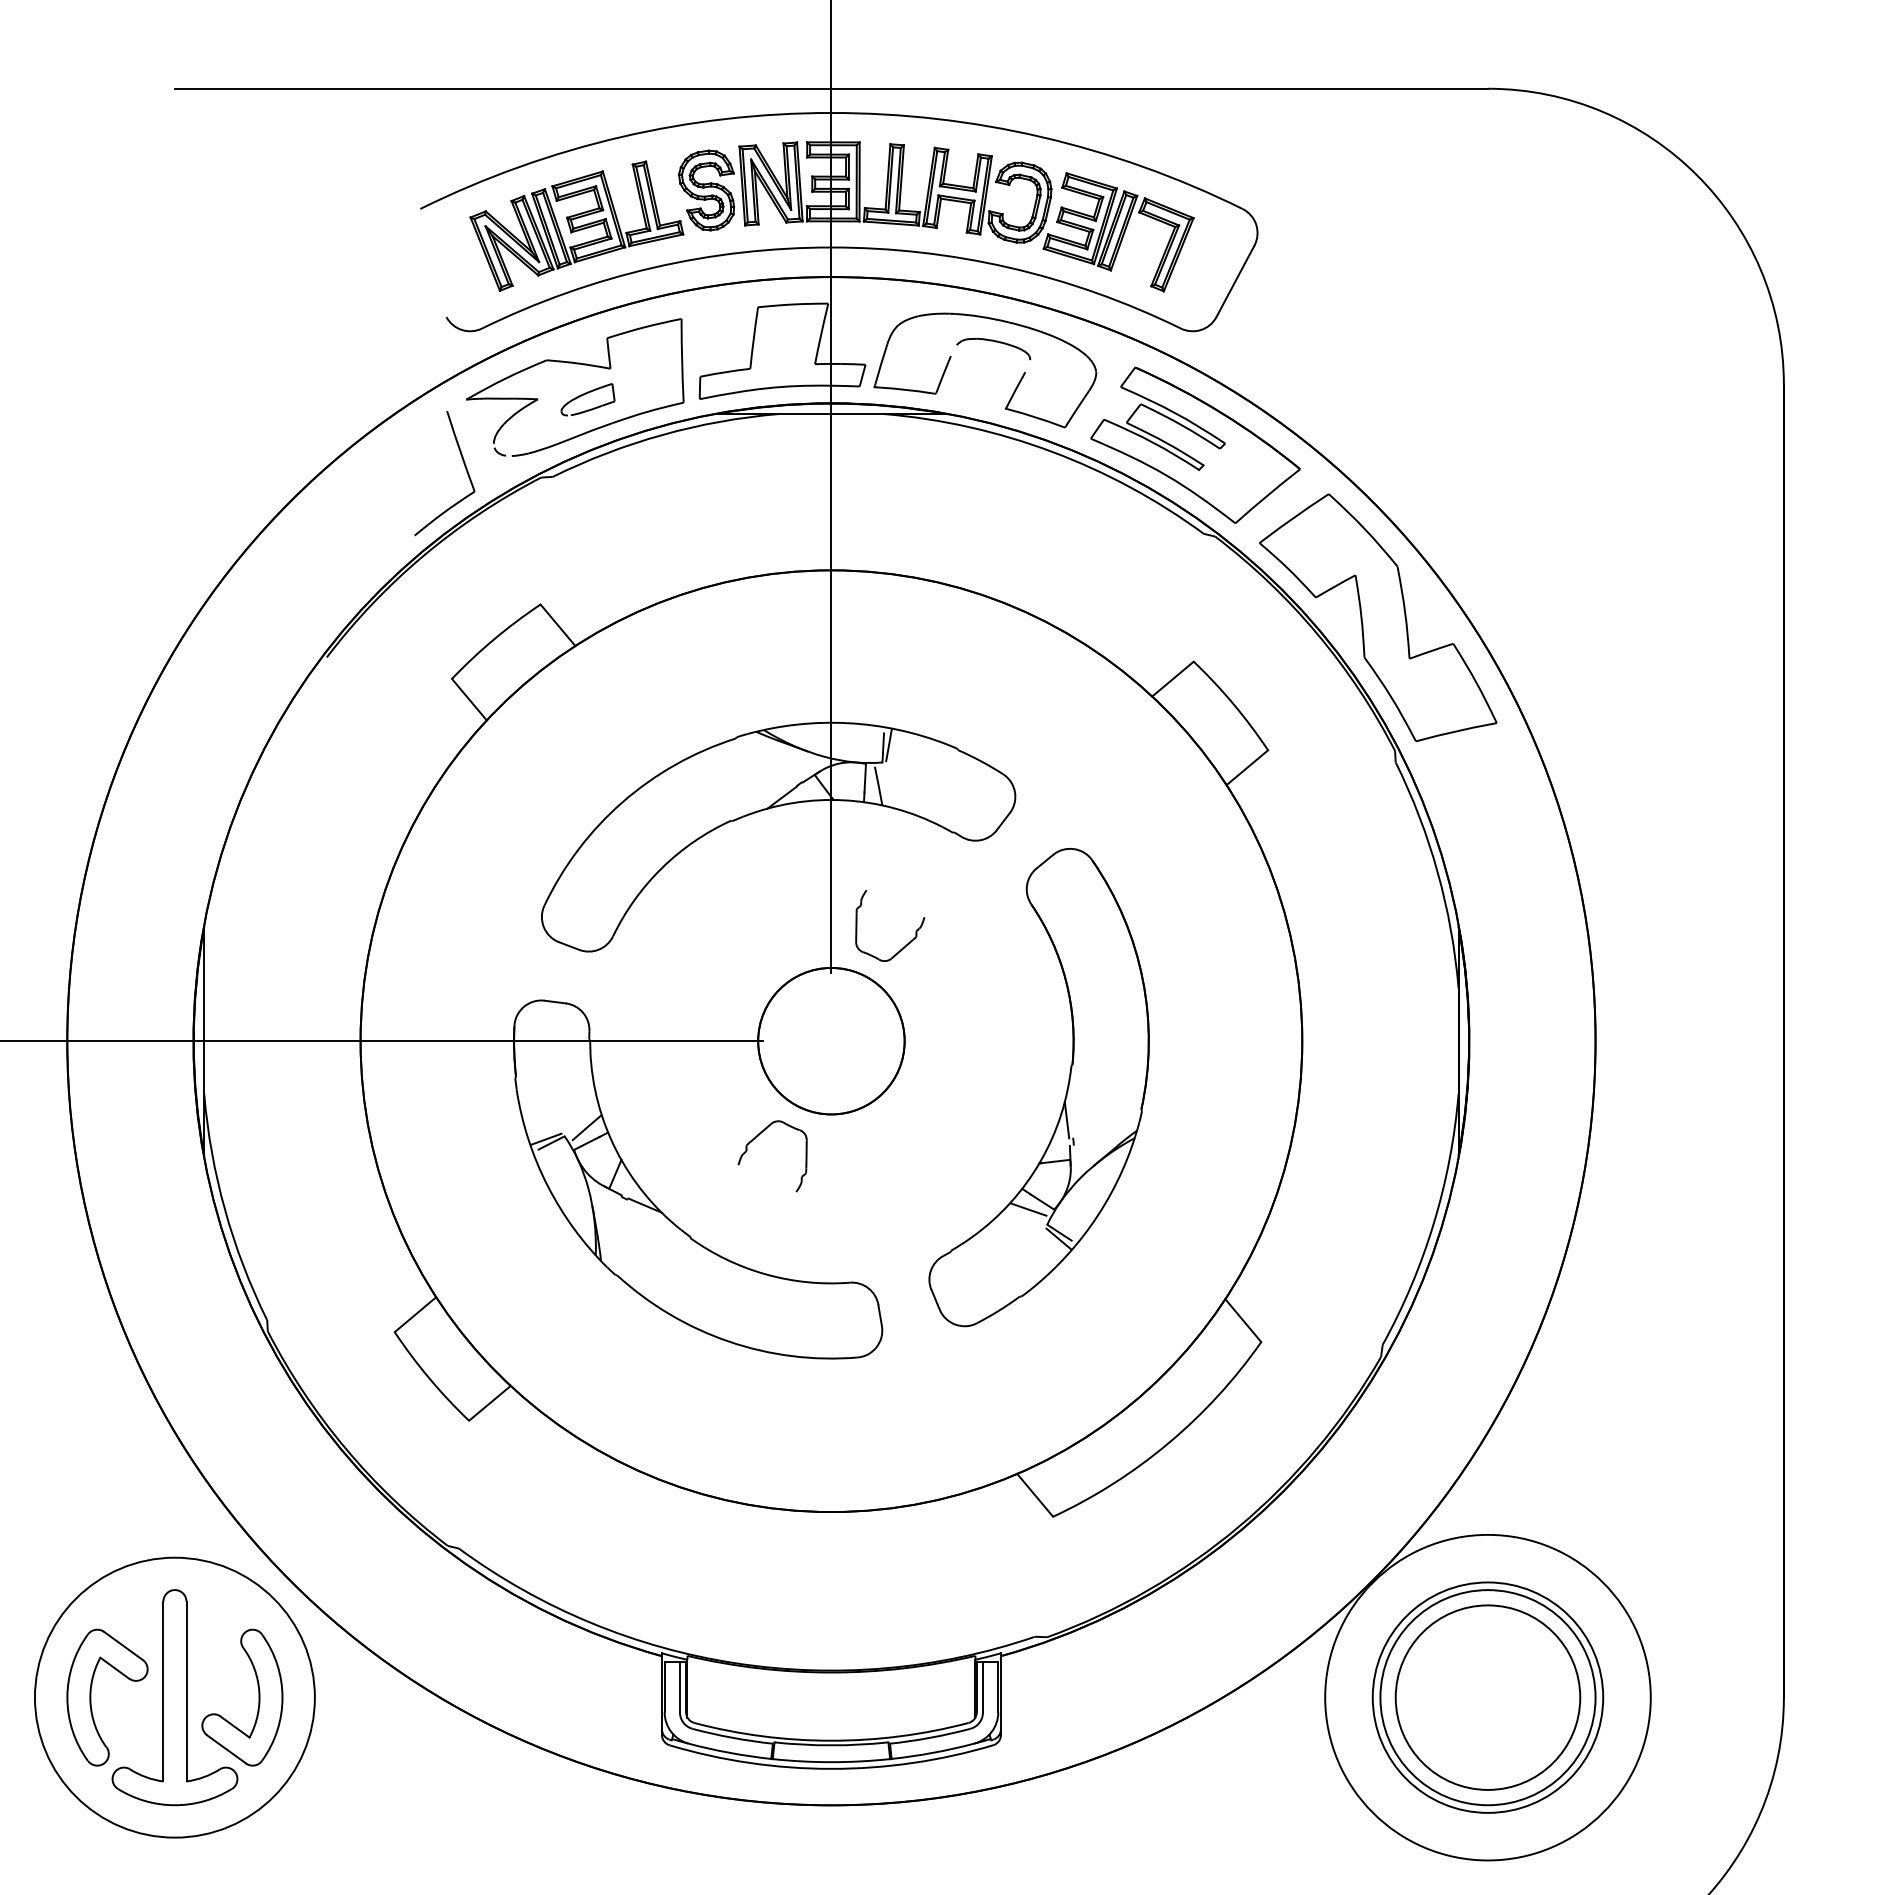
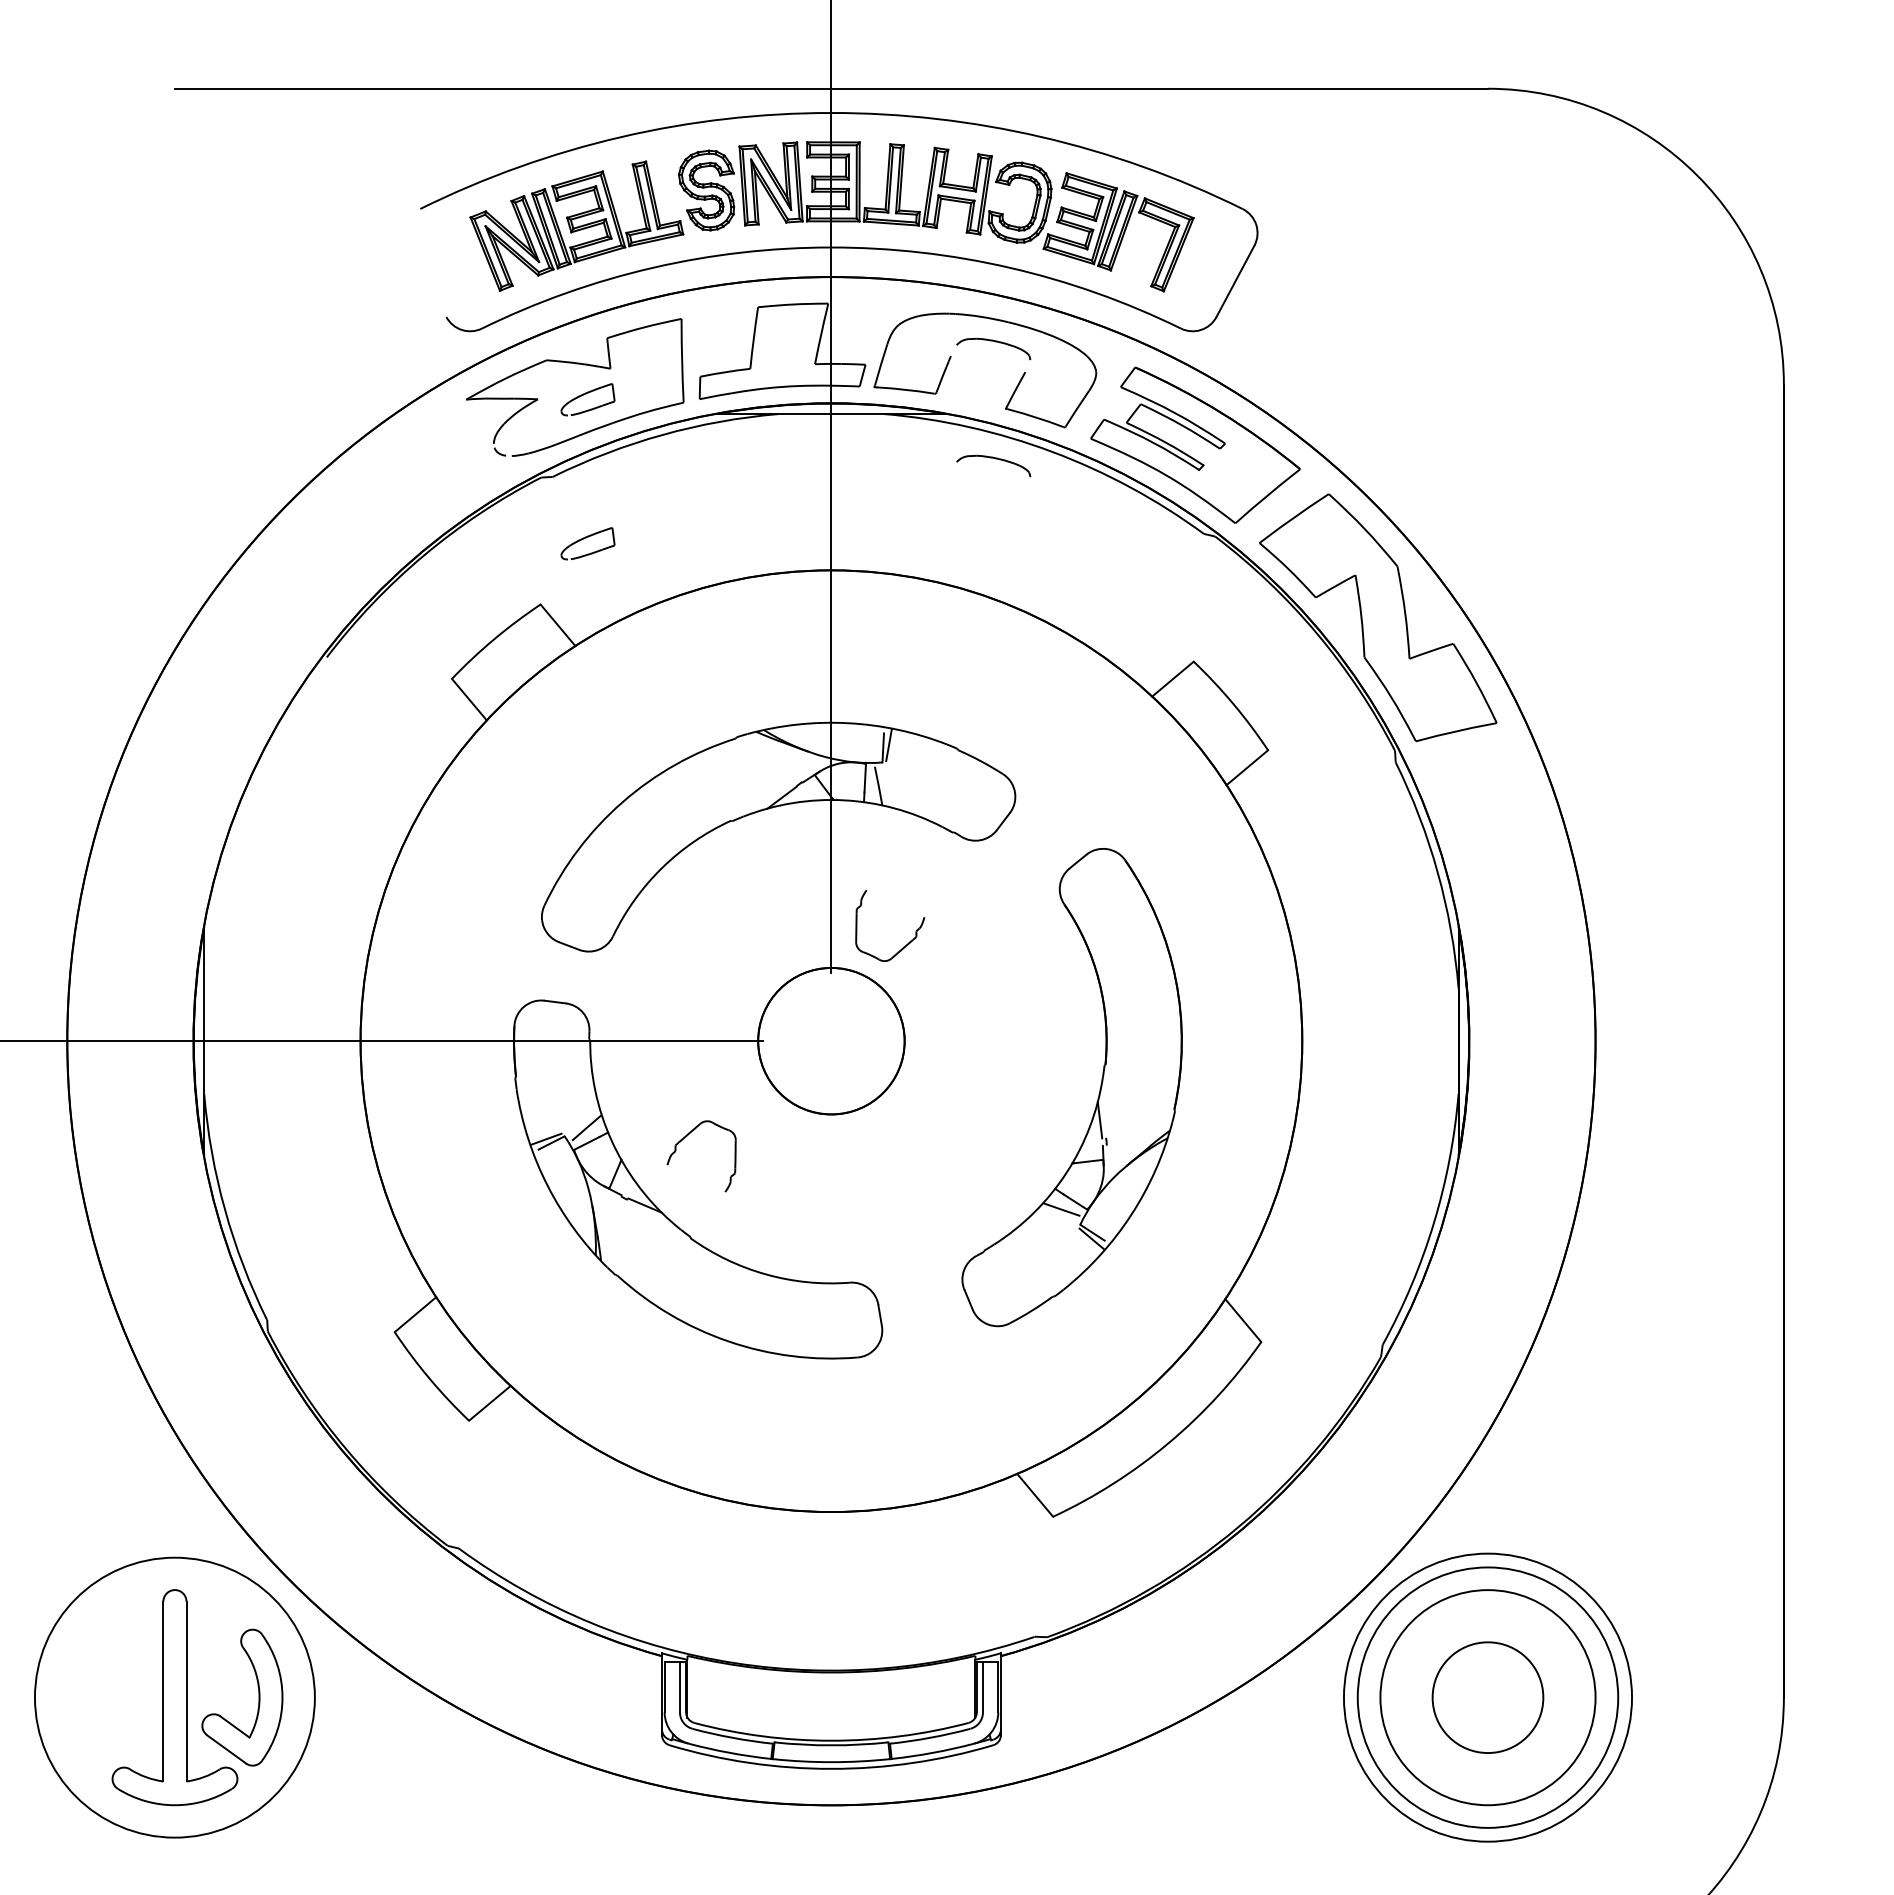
part at (995, 459): none -> present
part at (464, 466): present -> none
part at (587, 543): none -> present
part at (1065, 1094) position: (1065, 1094) -> (1098, 1094)
part at (757, 1137) position: (757, 1137) -> (686, 1137)
part at (91, 1697): present -> none
circle at (1487, 1697) diameter: 185 px -> 111 px
circle at (1487, 1697) diameter: 230 px -> 288 px
circle at (1487, 1697) diameter: 326 px -> 260 px
